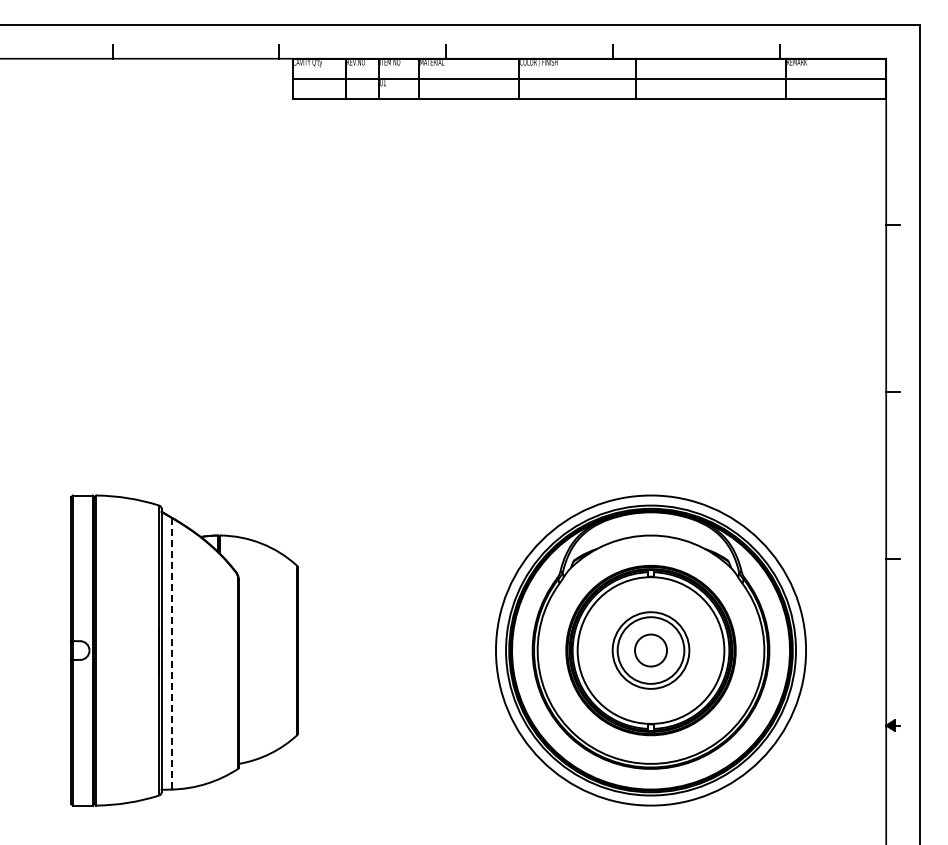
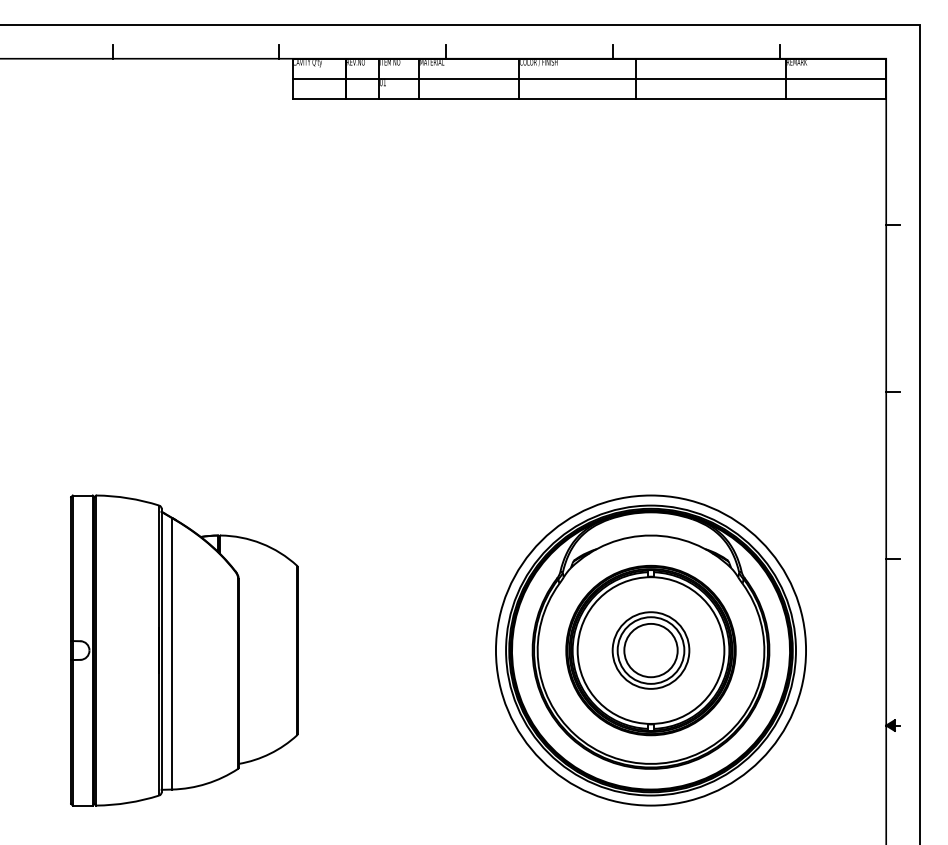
circle at (651, 650) diameter: 32 px -> 53 px
line at (172, 653): dashed -> solid
